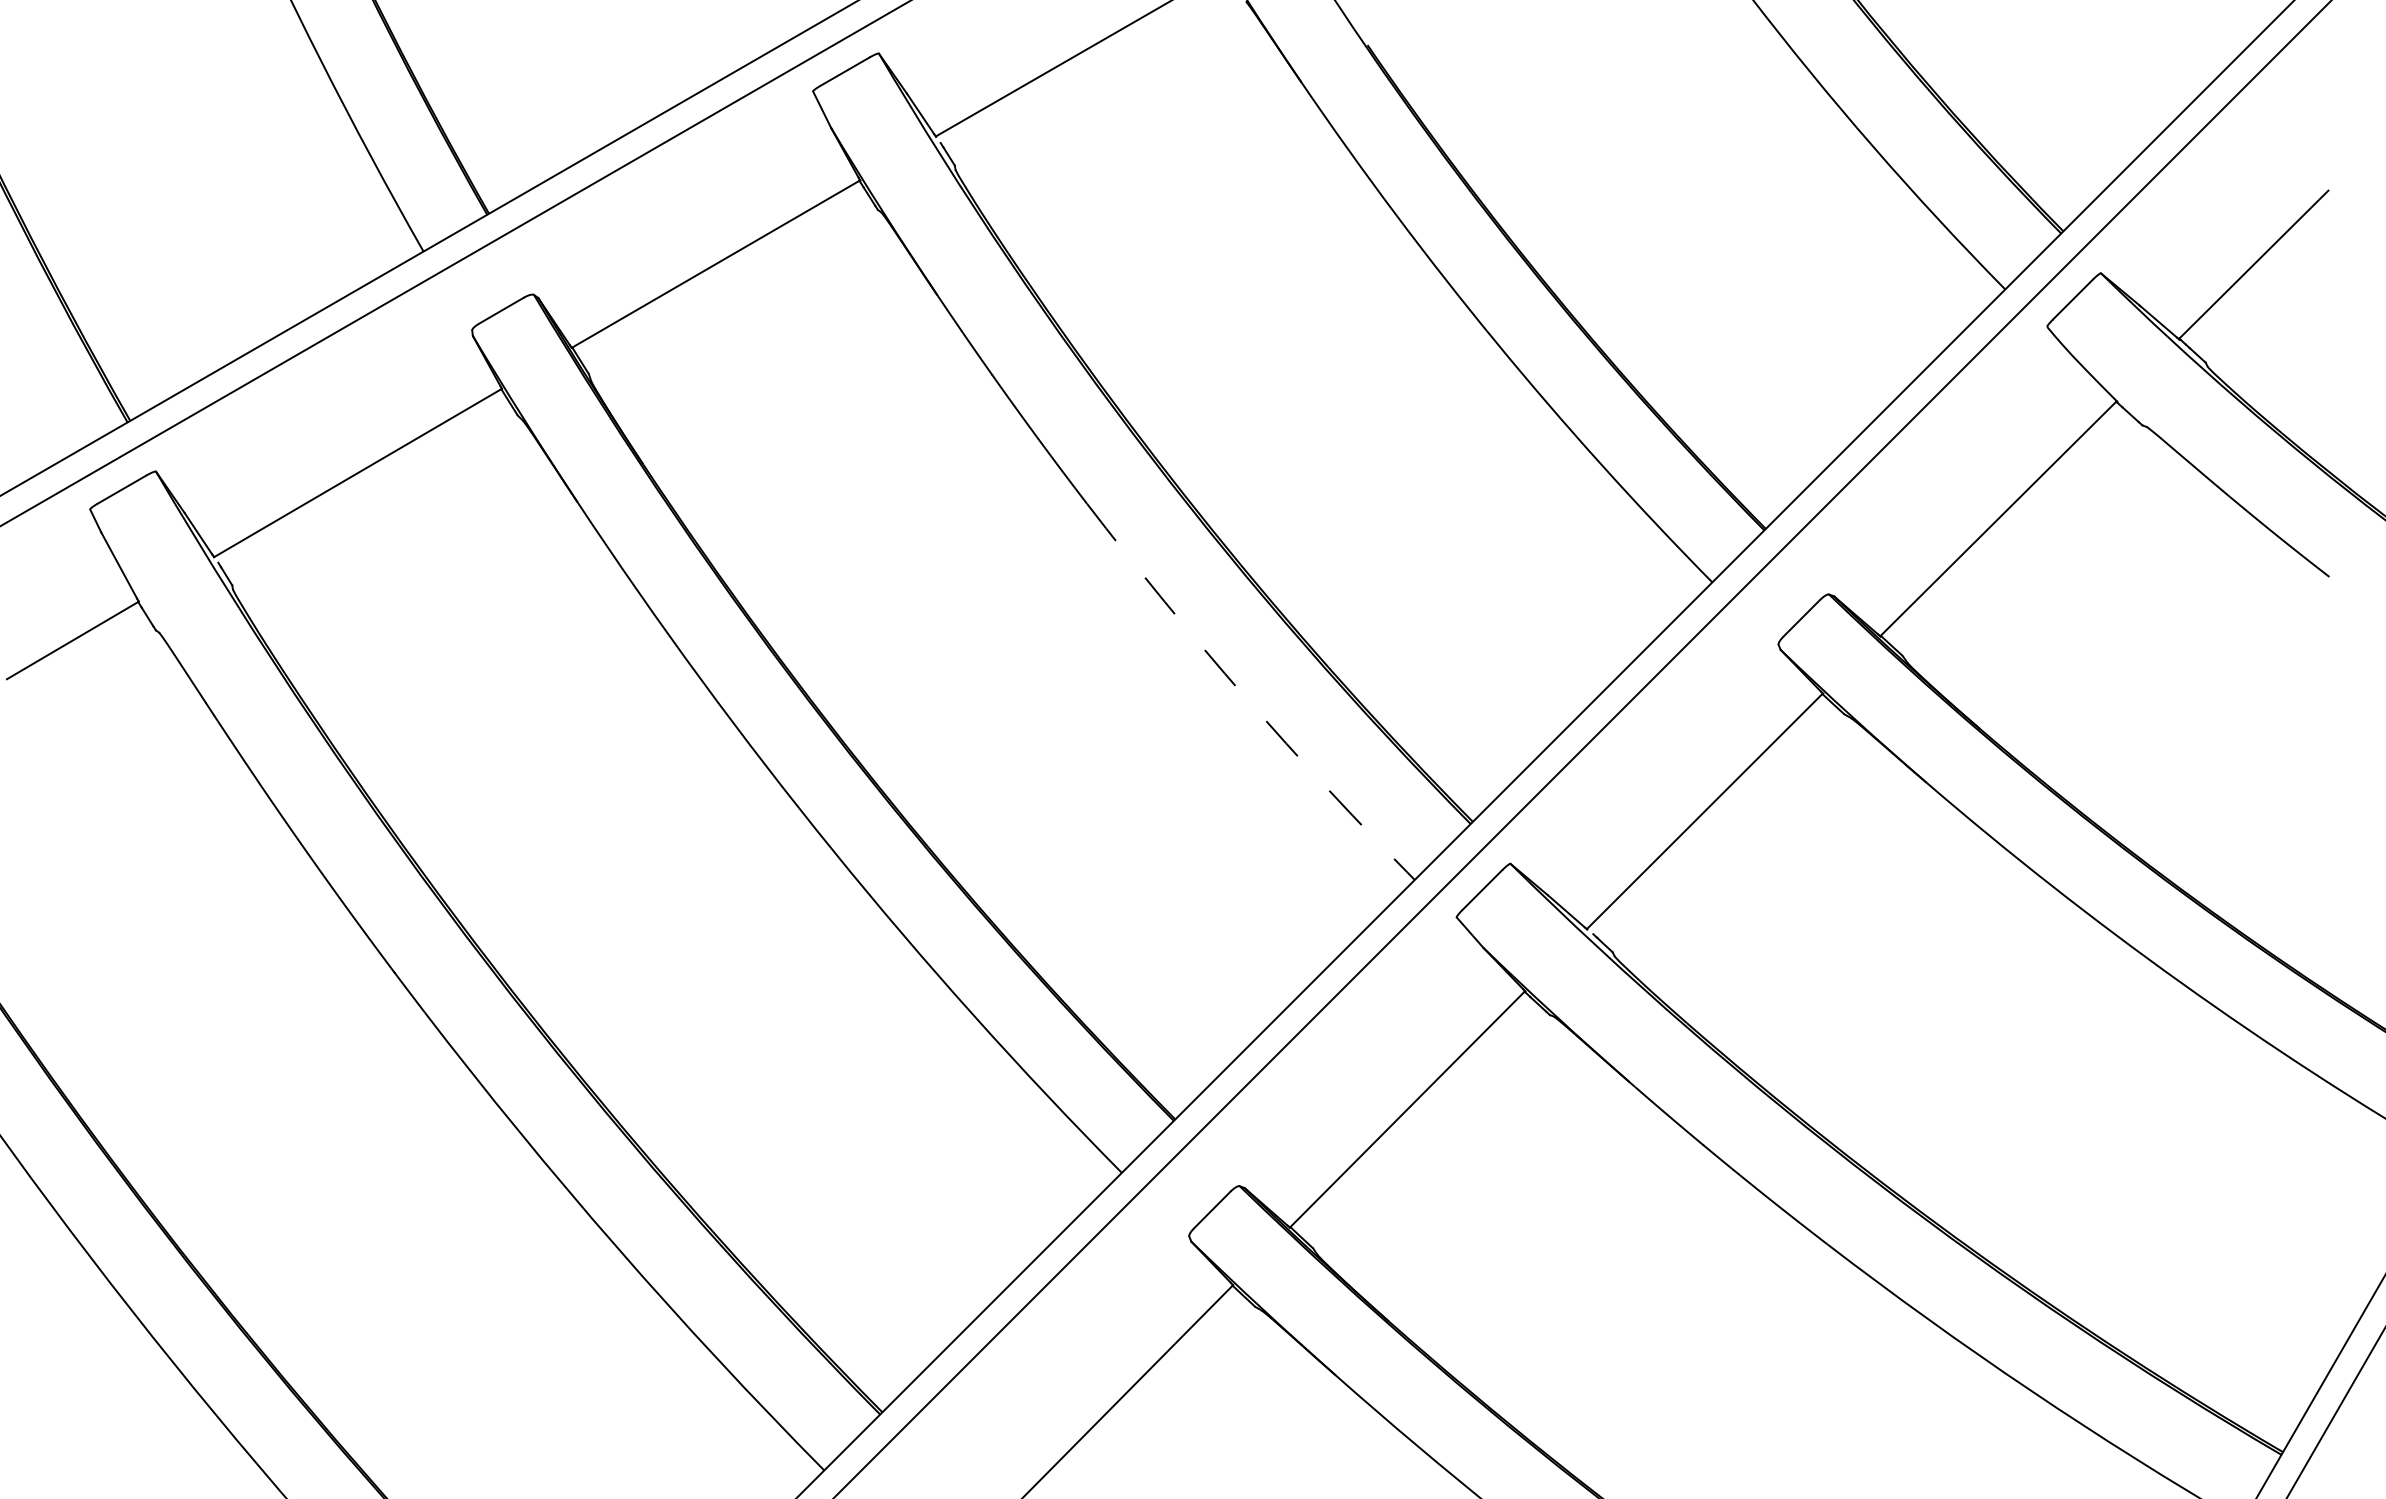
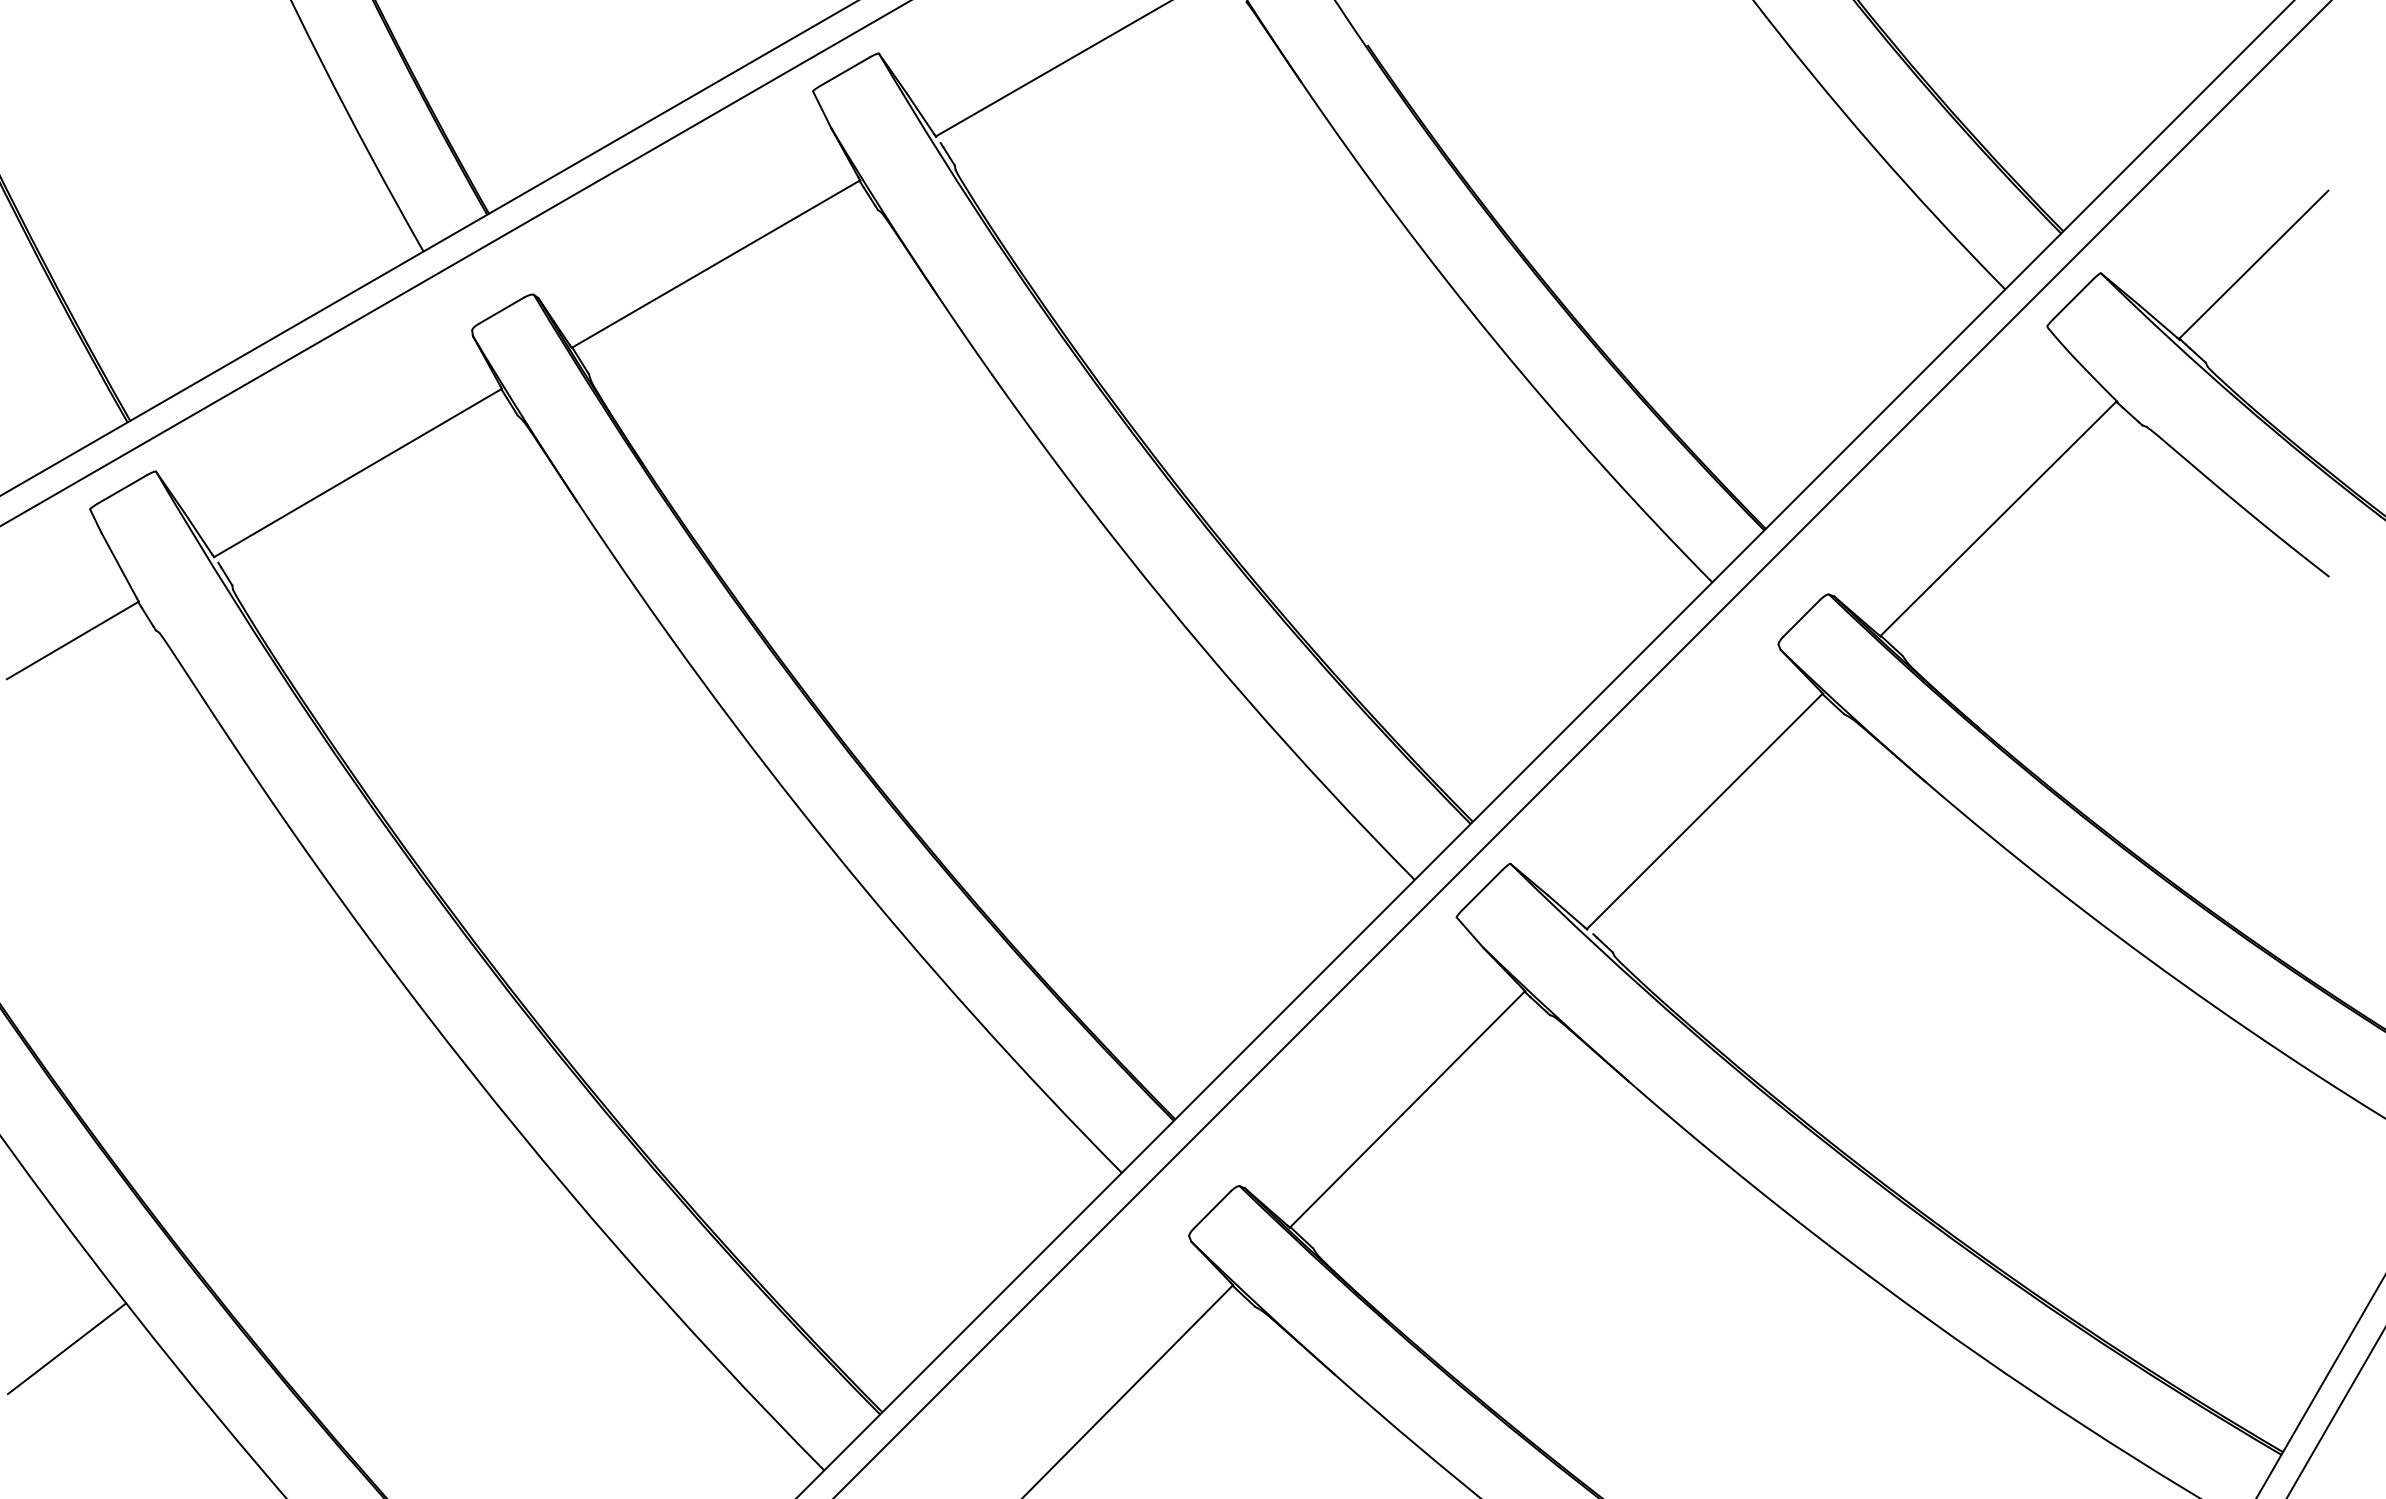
arc at (1245, 697): dashed -> solid
line at (66, 1348): none -> present
